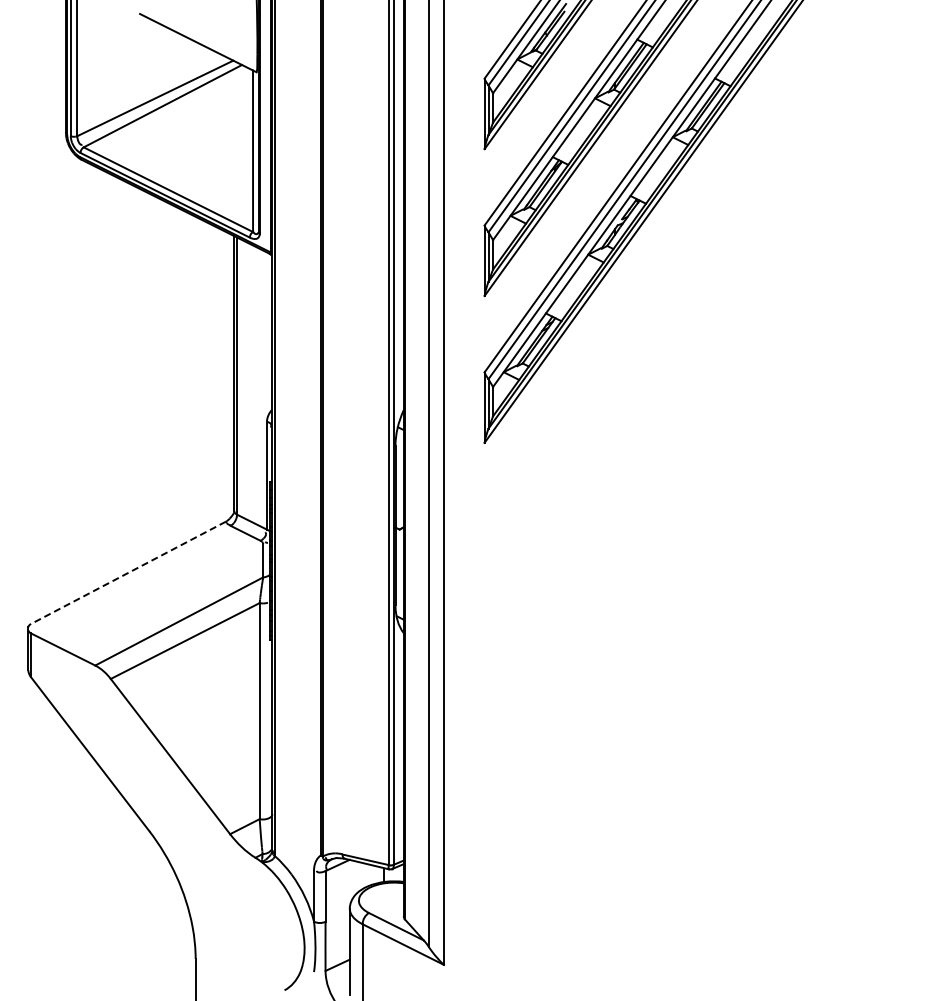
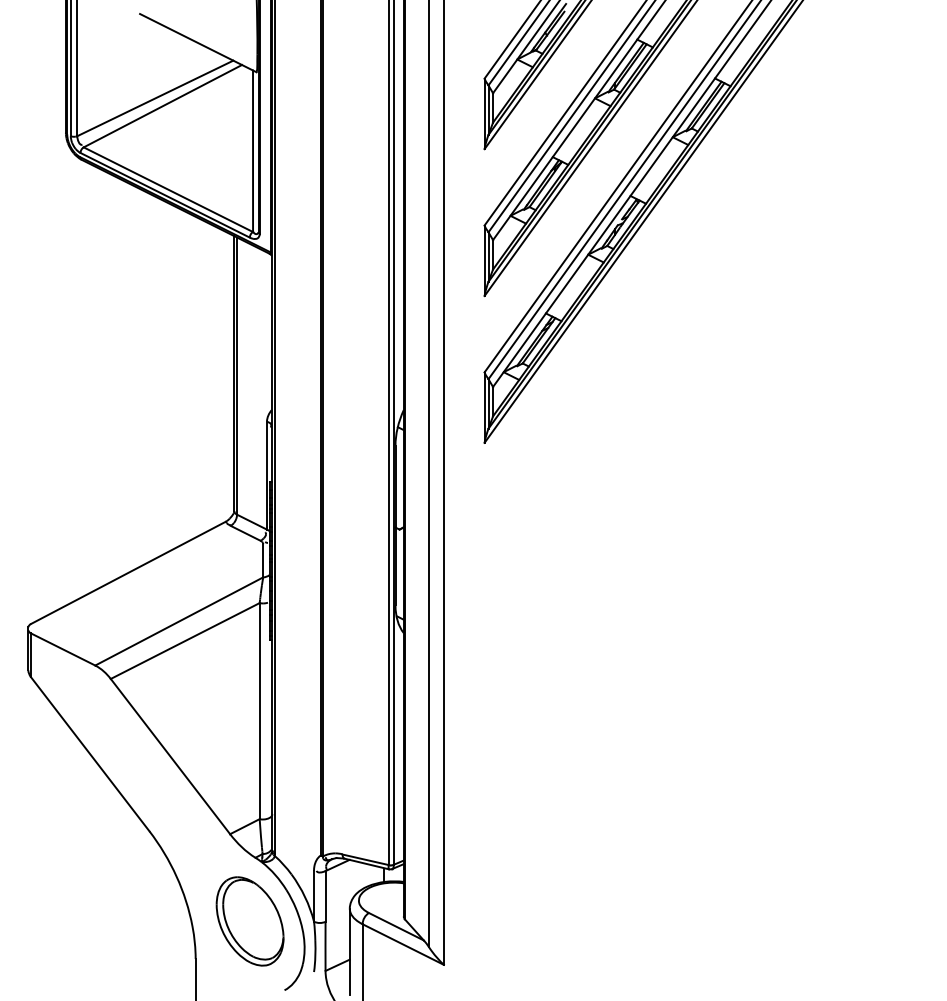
line at (128, 573): dashed -> solid
part at (249, 921): none -> present
